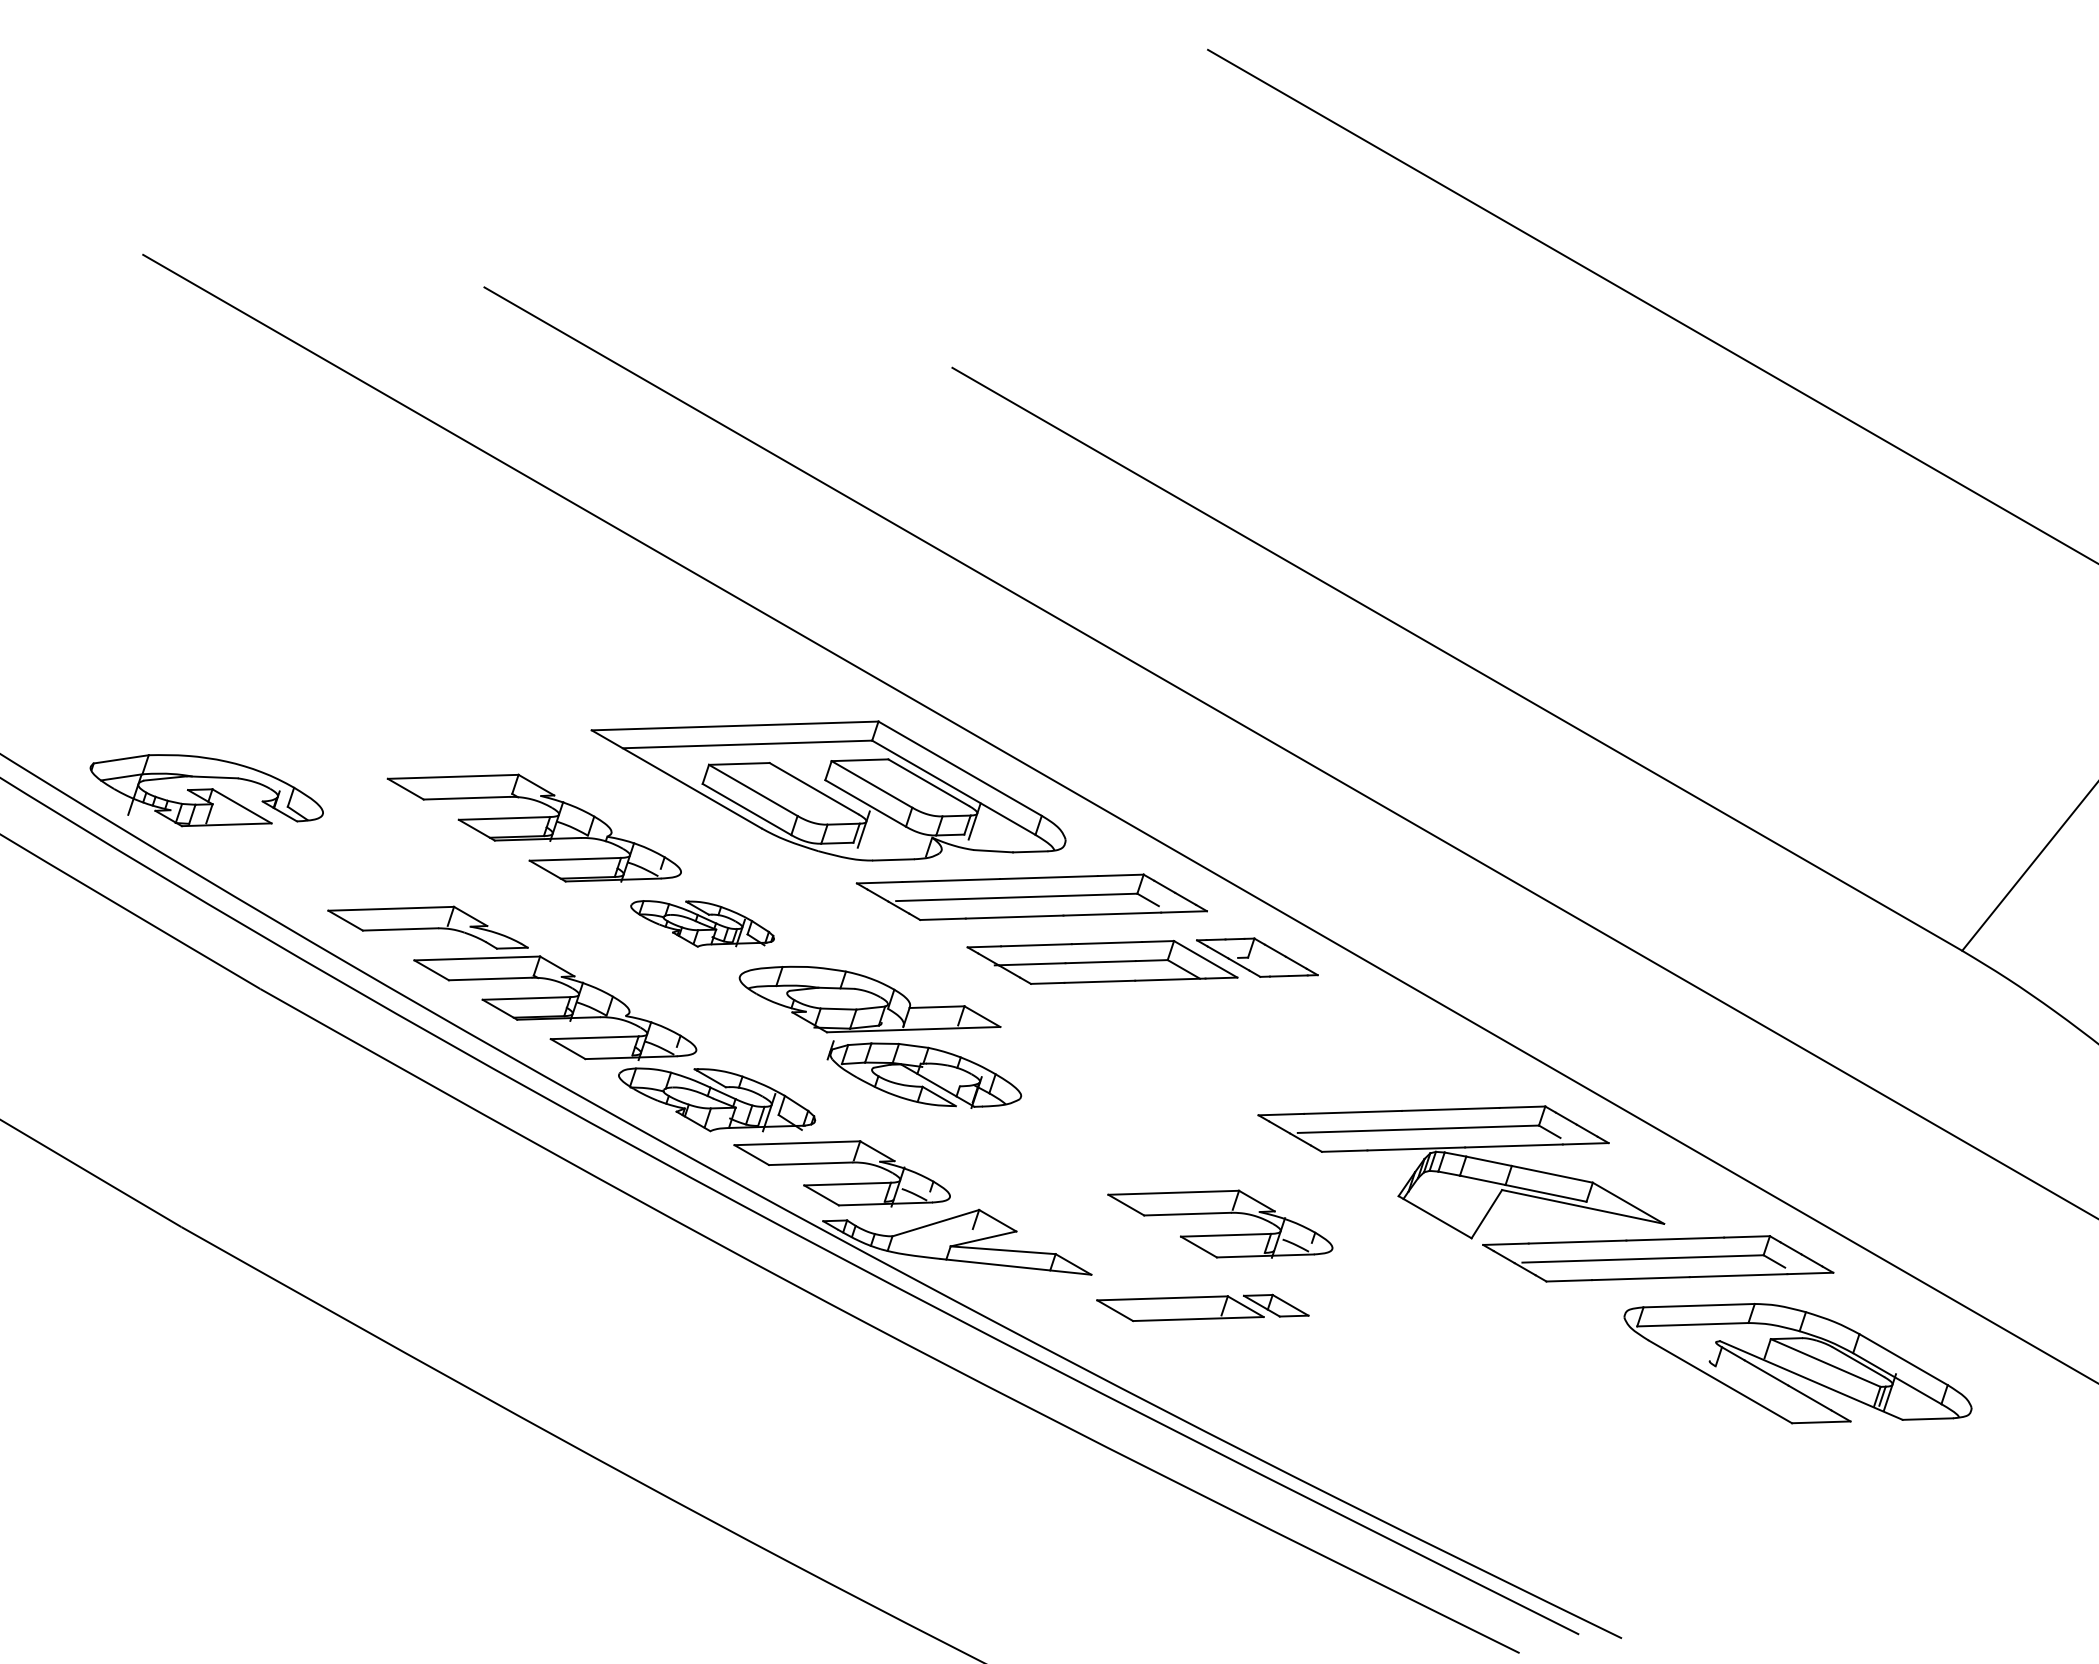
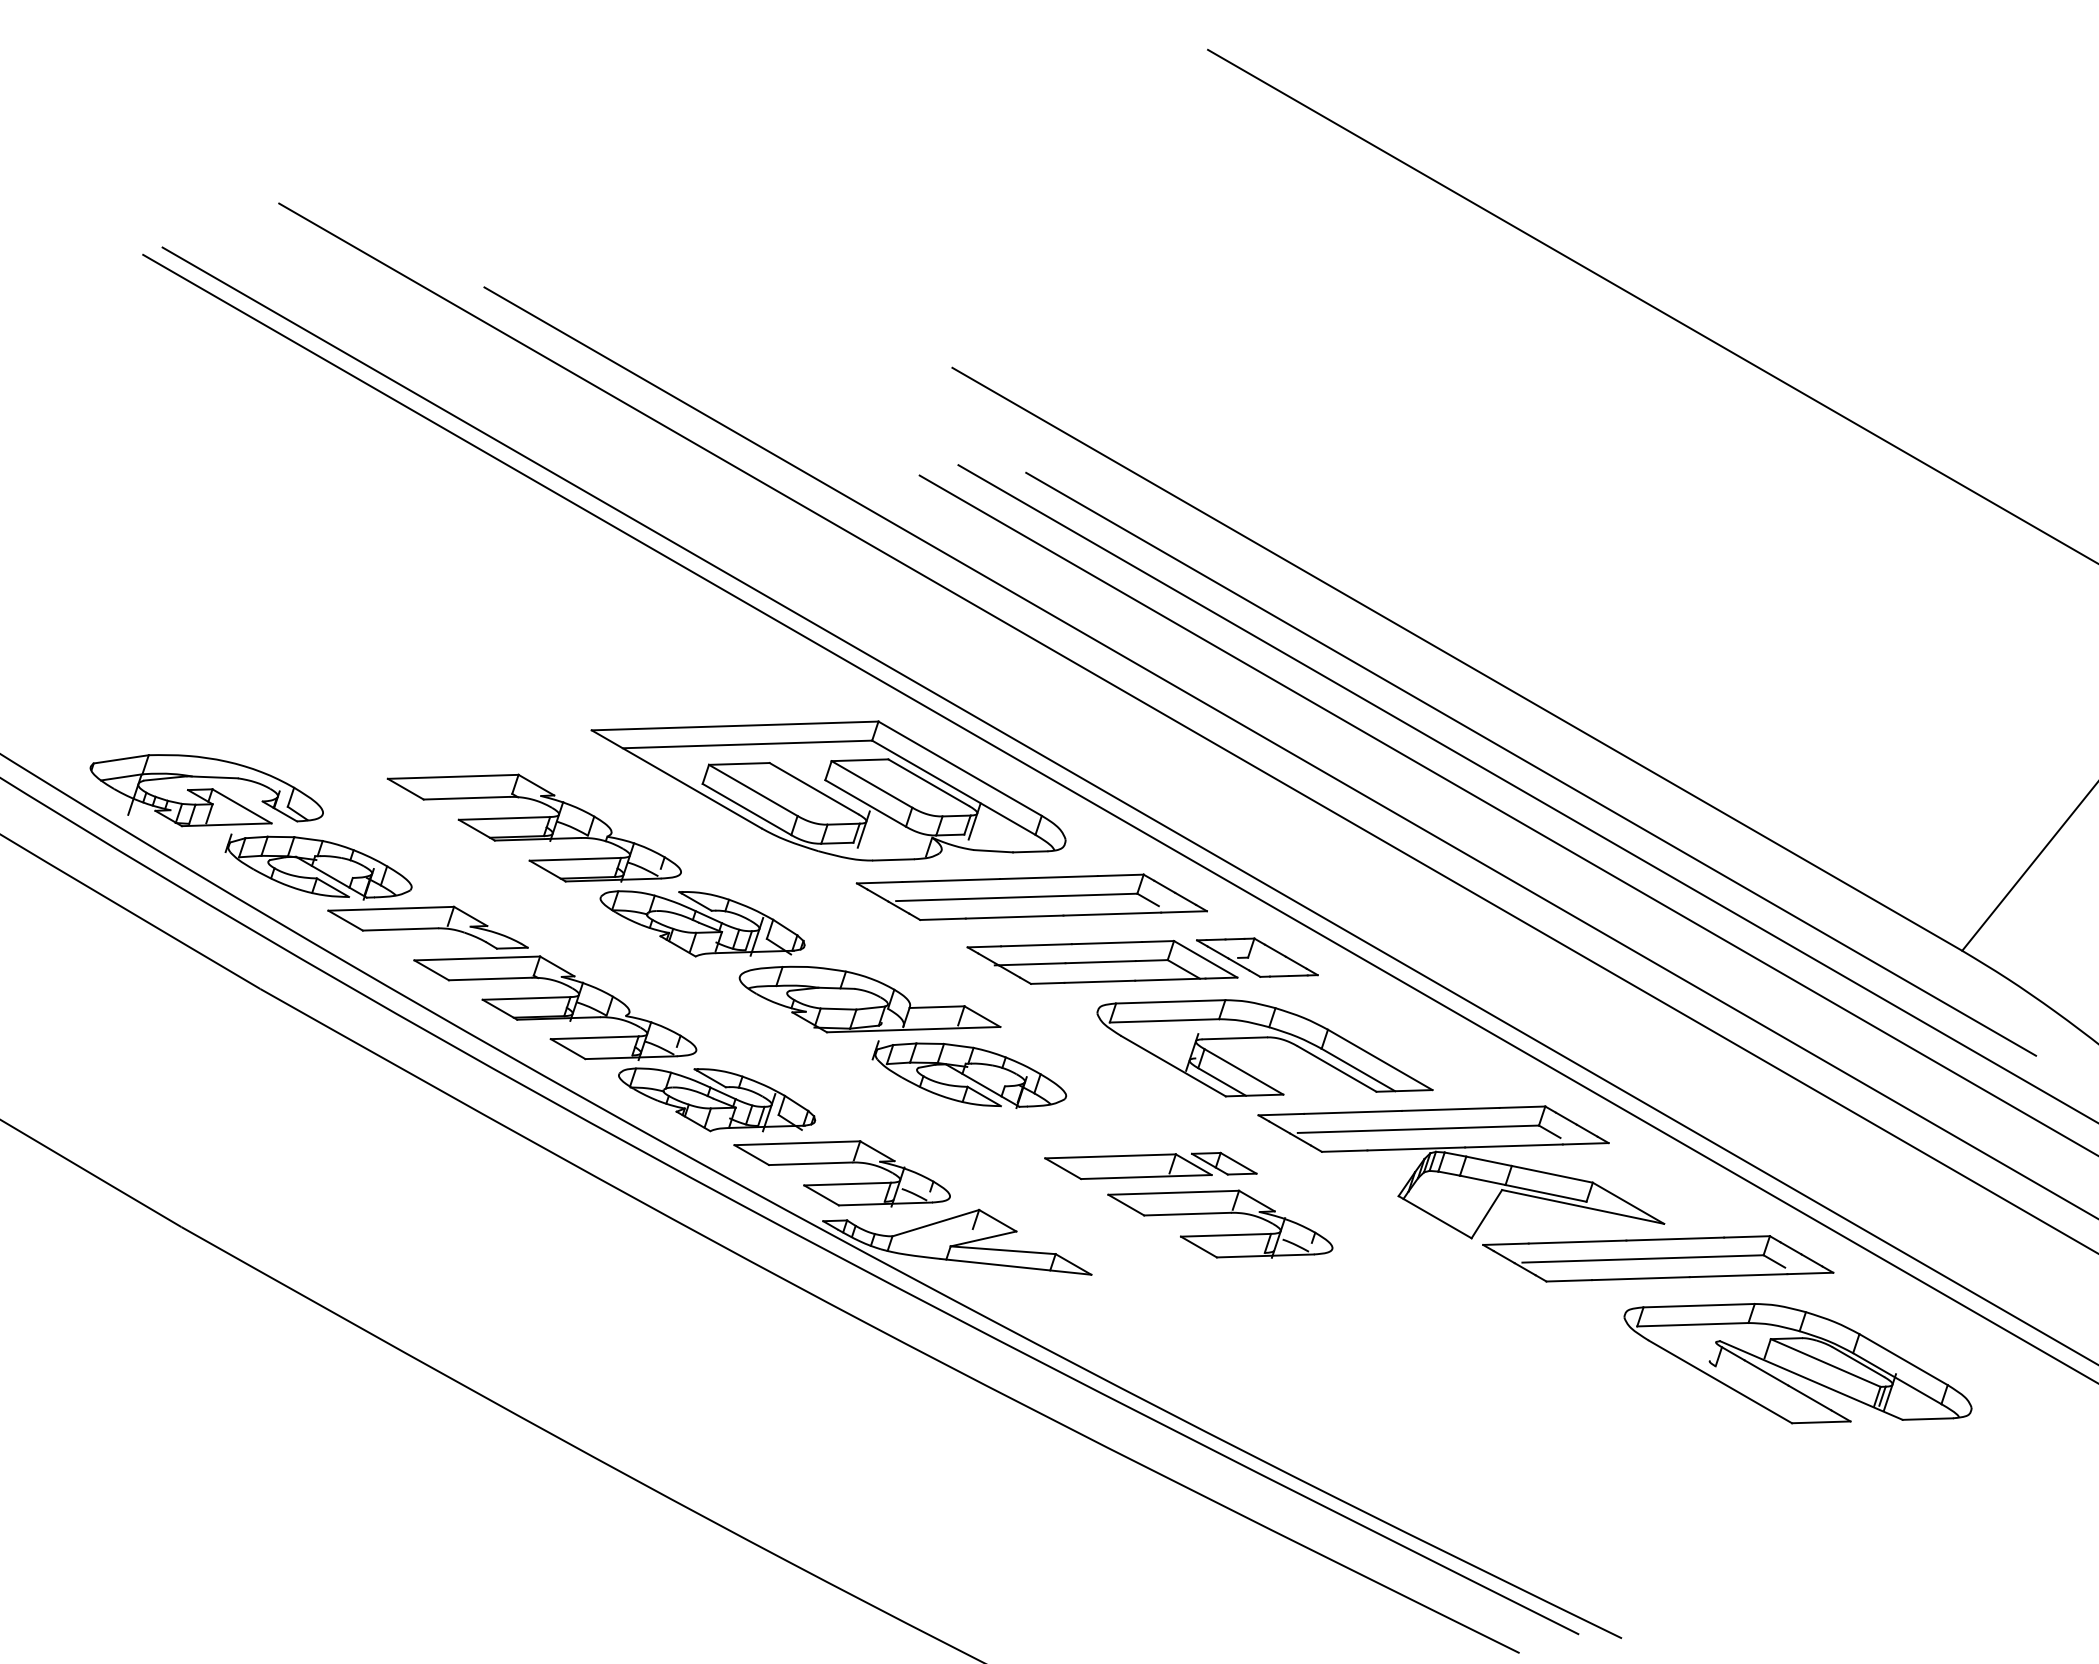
line at (1187, 727): none -> present
line at (1531, 763): none -> present
line at (1526, 793): none -> present
line at (1128, 805): none -> present
line at (1507, 814): none -> present
part at (318, 866): none -> present
part at (702, 923) size: 145x48 px -> 207x68 px
part at (1264, 1038): none -> present
part at (924, 1074) position: (924, 1074) -> (969, 1074)
part at (1202, 1307) position: (1202, 1307) -> (1150, 1165)
